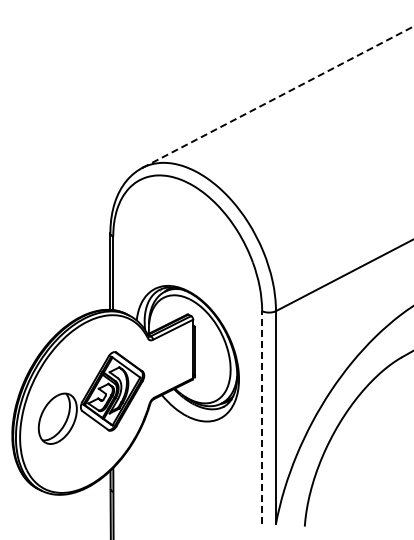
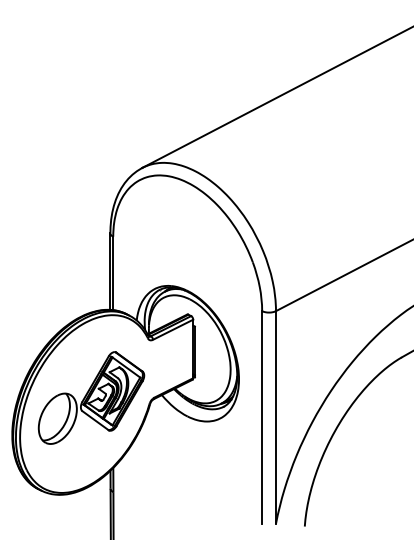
line at (278, 96): dashed -> solid
line at (262, 416): dashed -> solid
